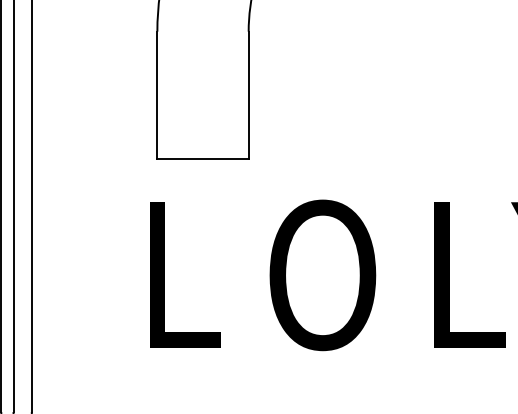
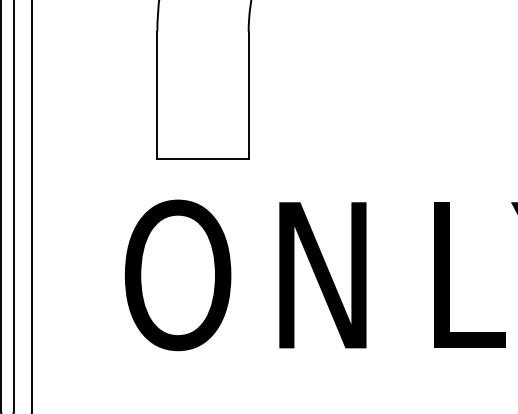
text at (177, 275): L -> O
text at (322, 275): O -> N
